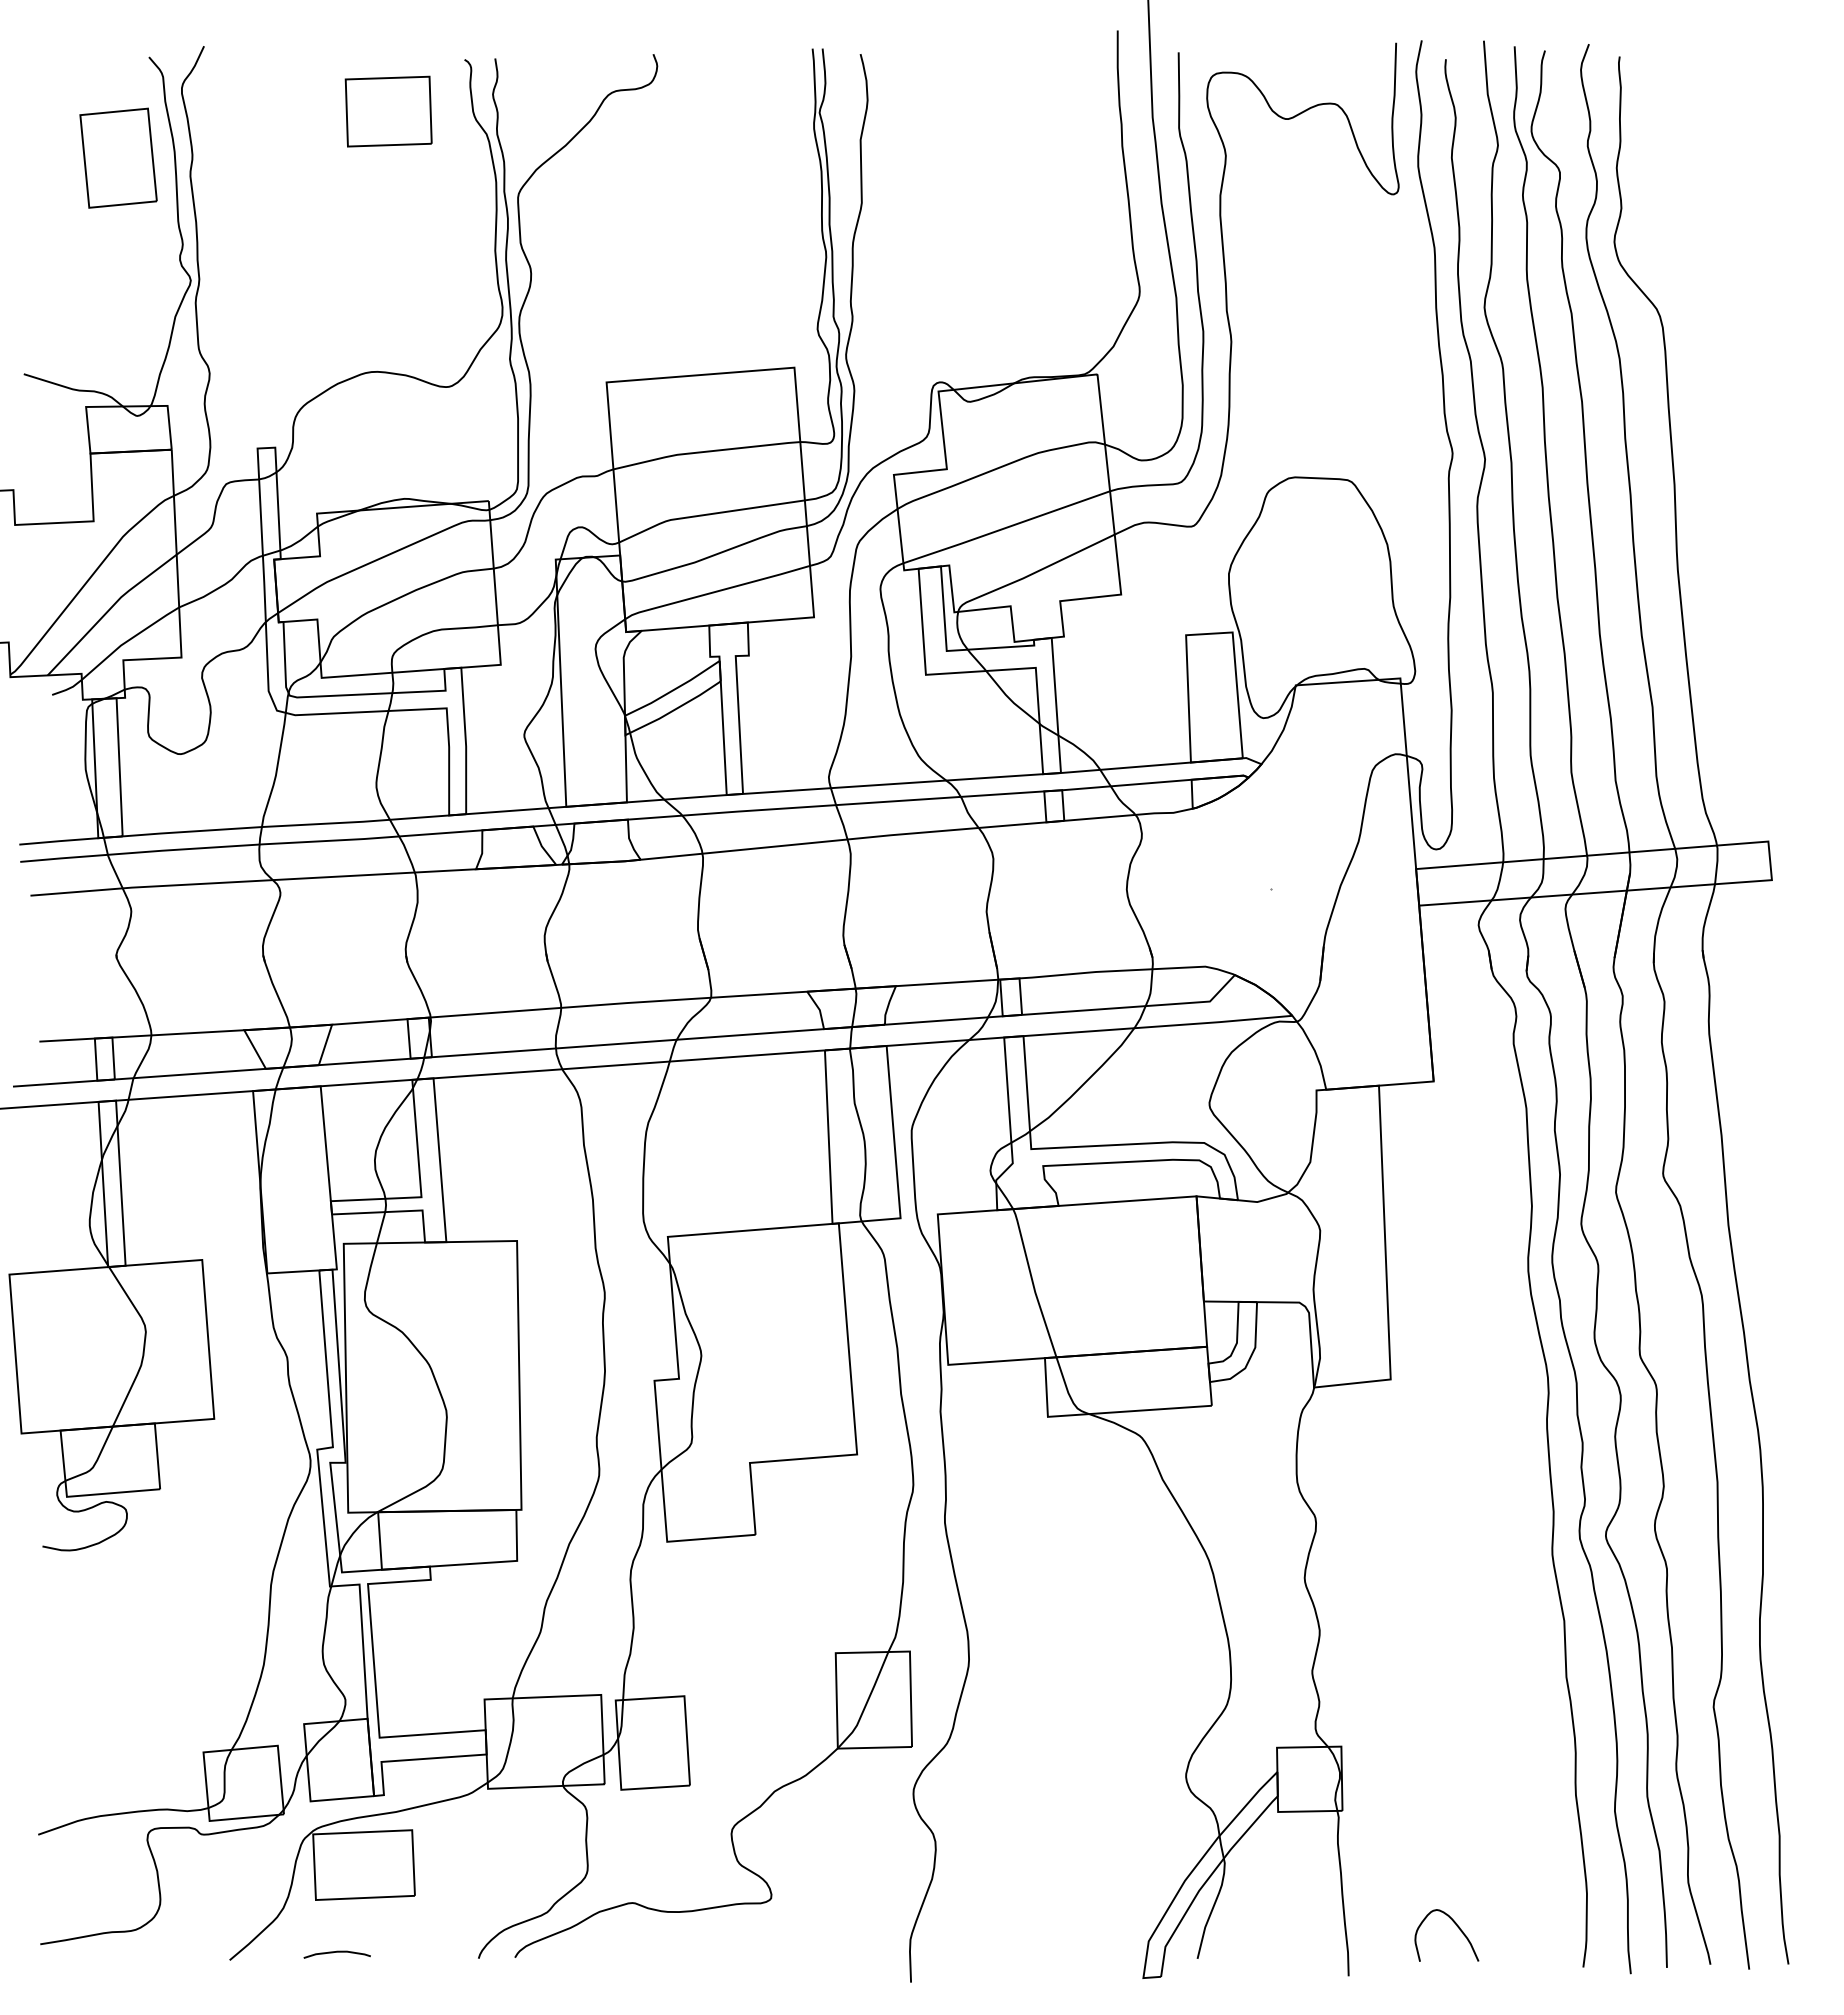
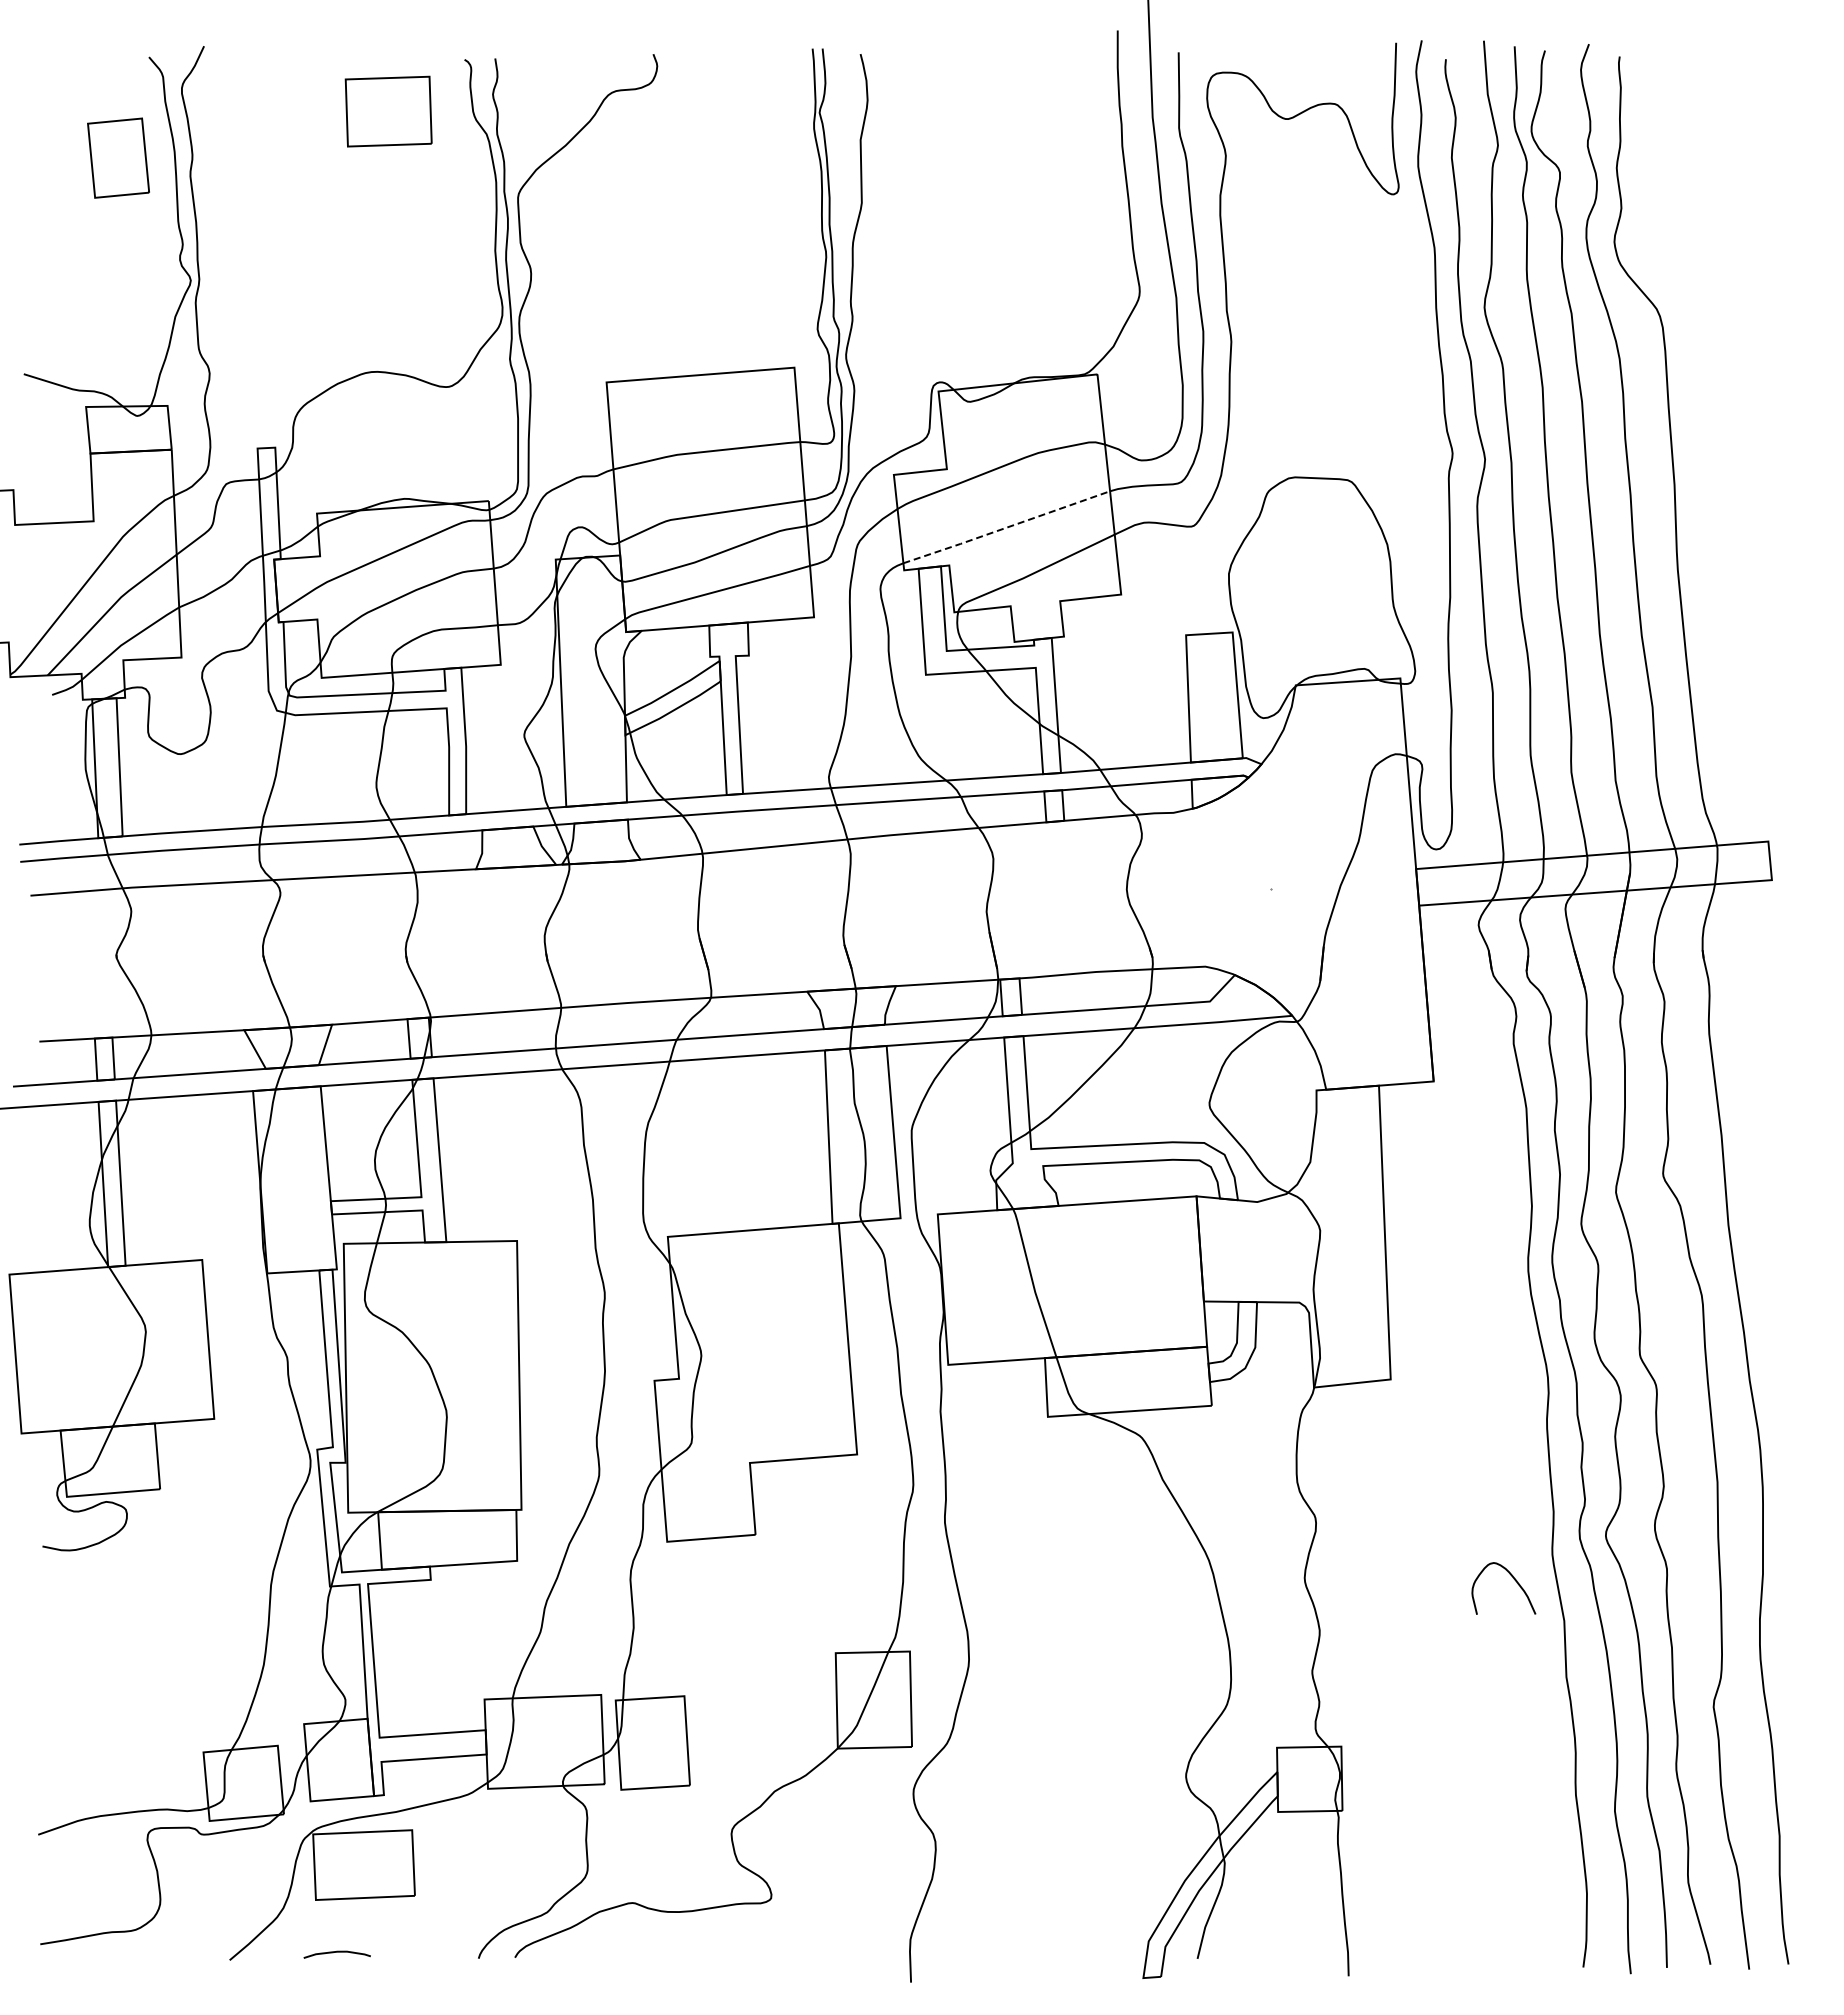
part at (118, 157) size: 79x102 px -> 63x82 px
line at (1006, 527): solid -> dashed
curve at (1456, 1926) position: (1456, 1926) -> (1513, 1579)
